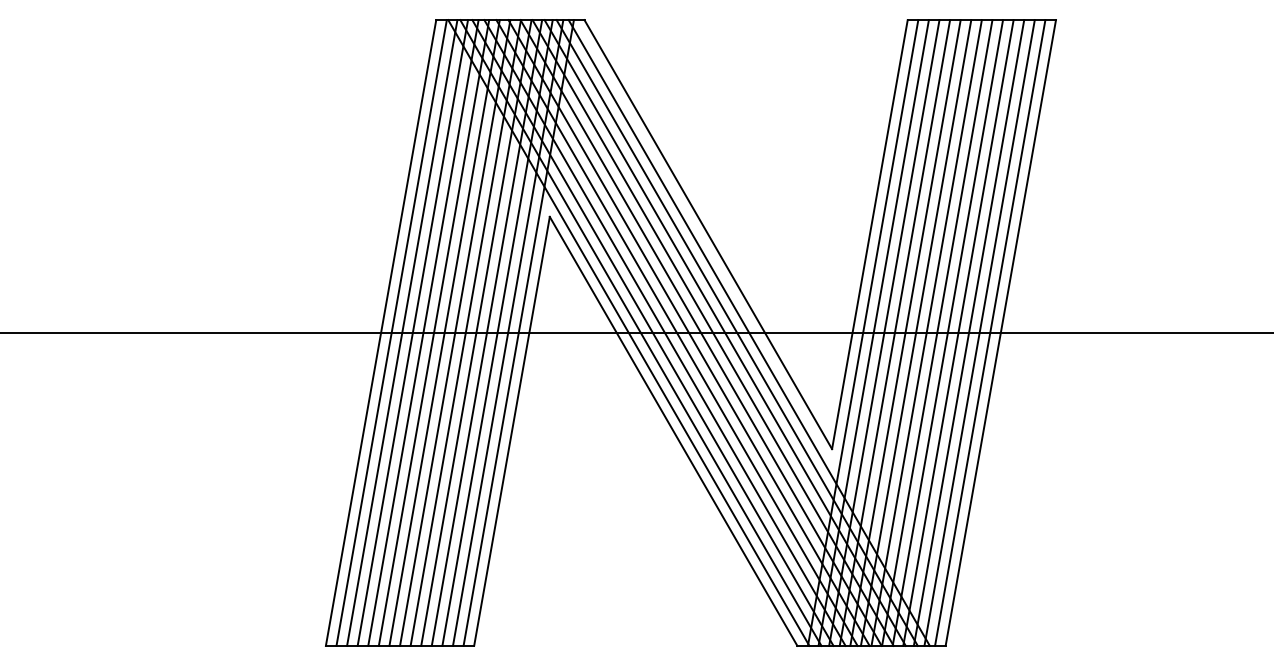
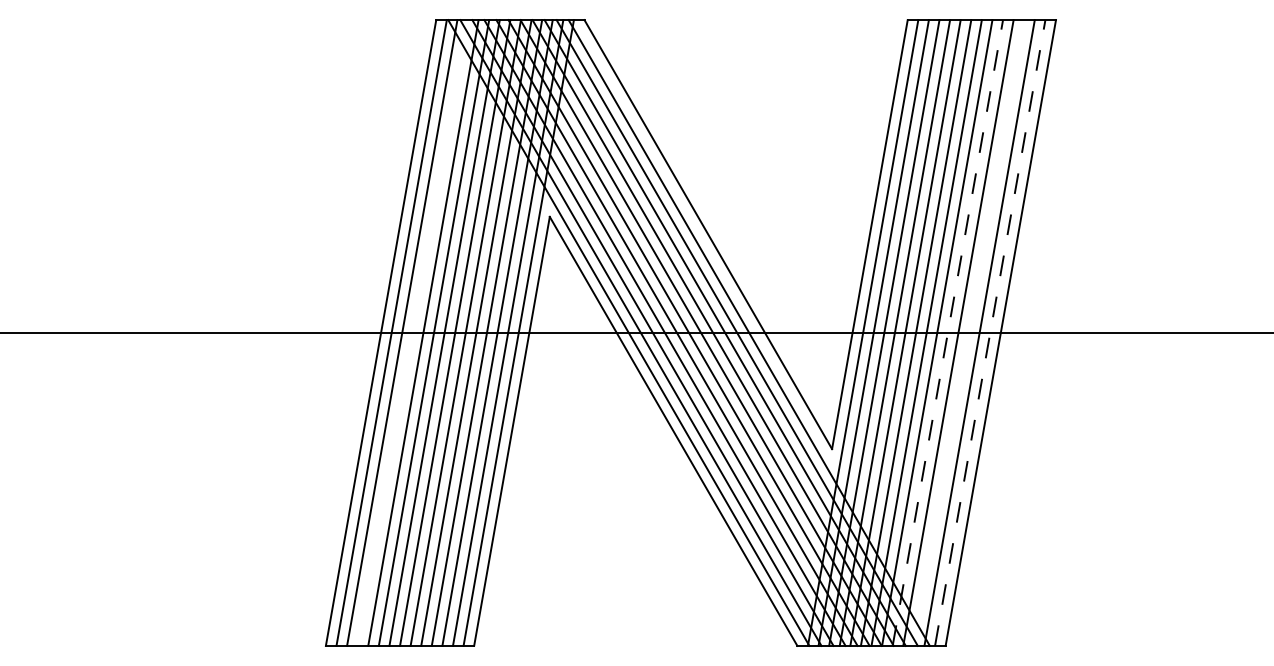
line at (412, 332): present -> none
line at (968, 332): present -> none
line at (947, 333): solid -> dashed
line at (990, 333): solid -> dashed
